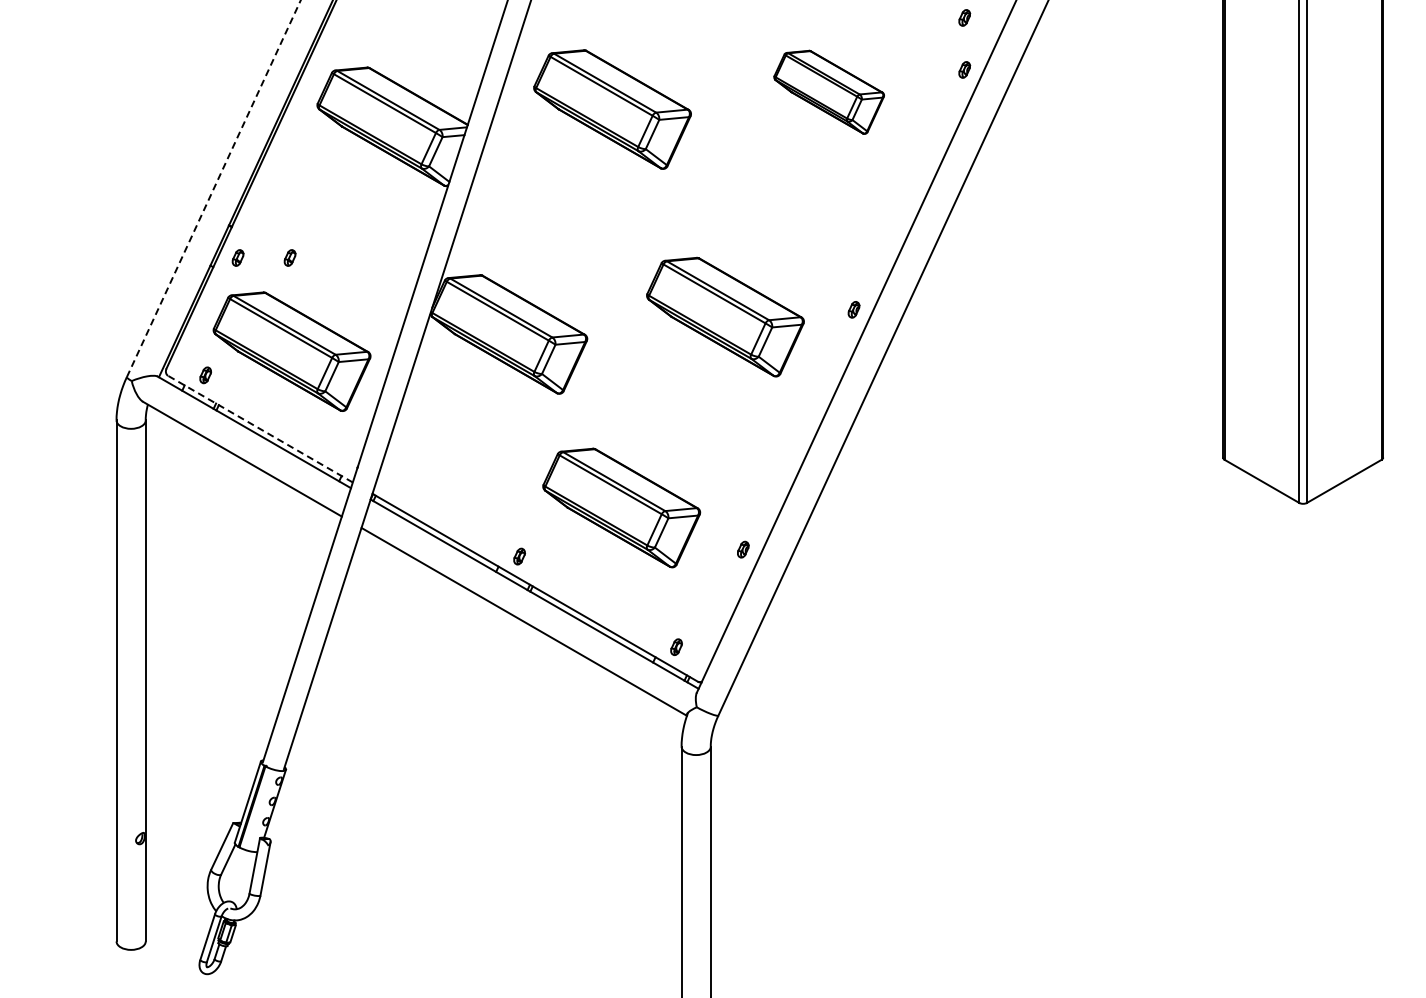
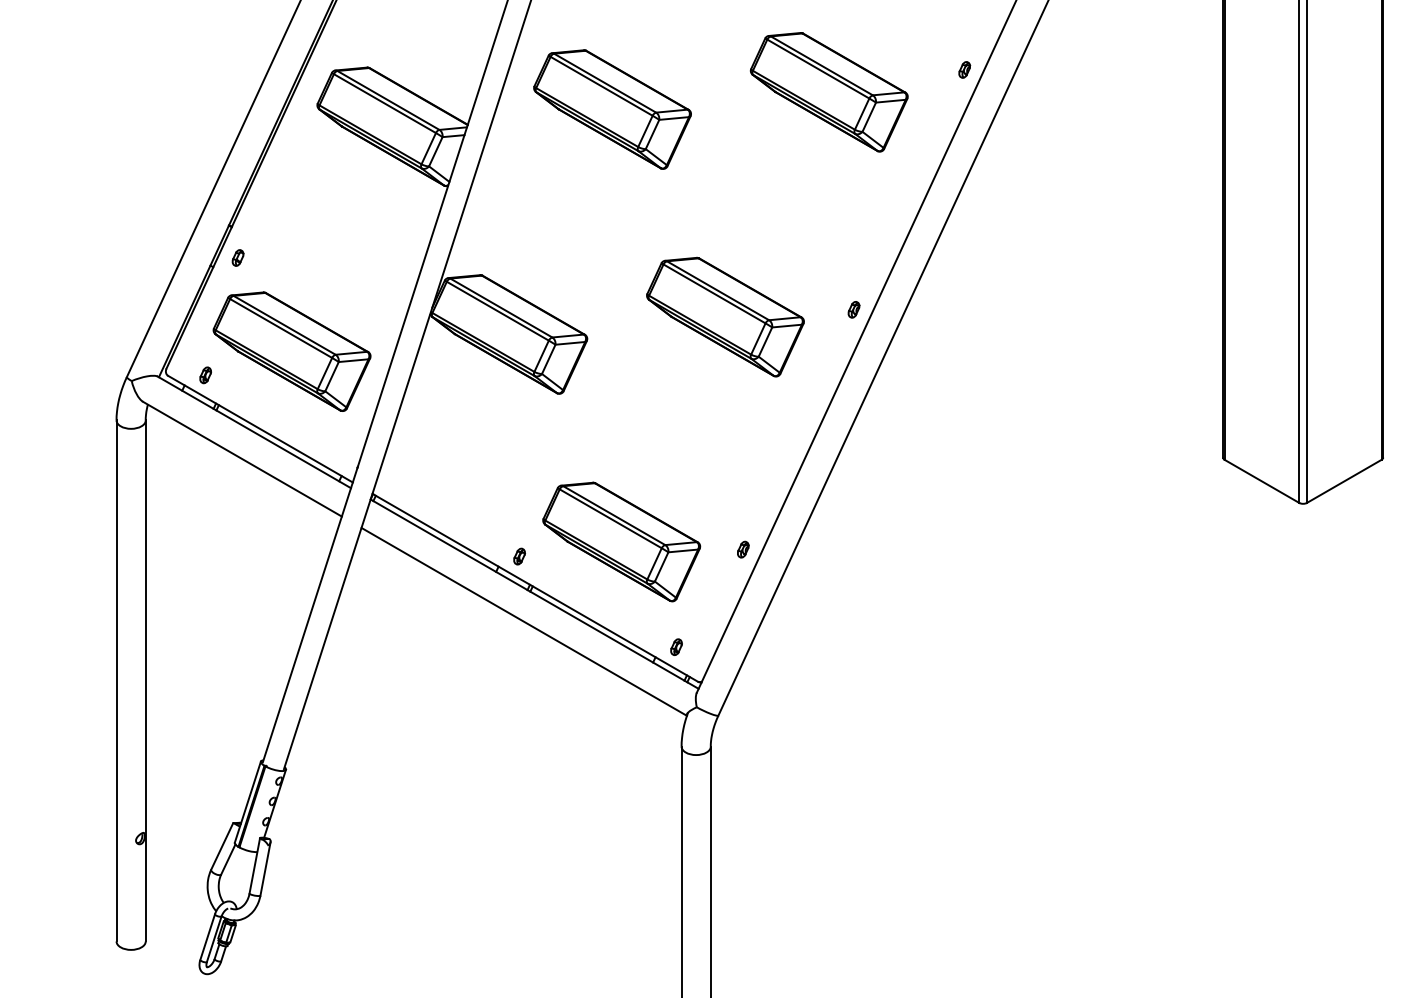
part at (964, 17): present -> none
part at (828, 91) size: 112x86 px -> 160x121 px
line at (213, 188): dashed -> solid
part at (289, 257): present -> none
line at (260, 429): dashed -> solid
part at (621, 507) position: (621, 507) -> (621, 541)
